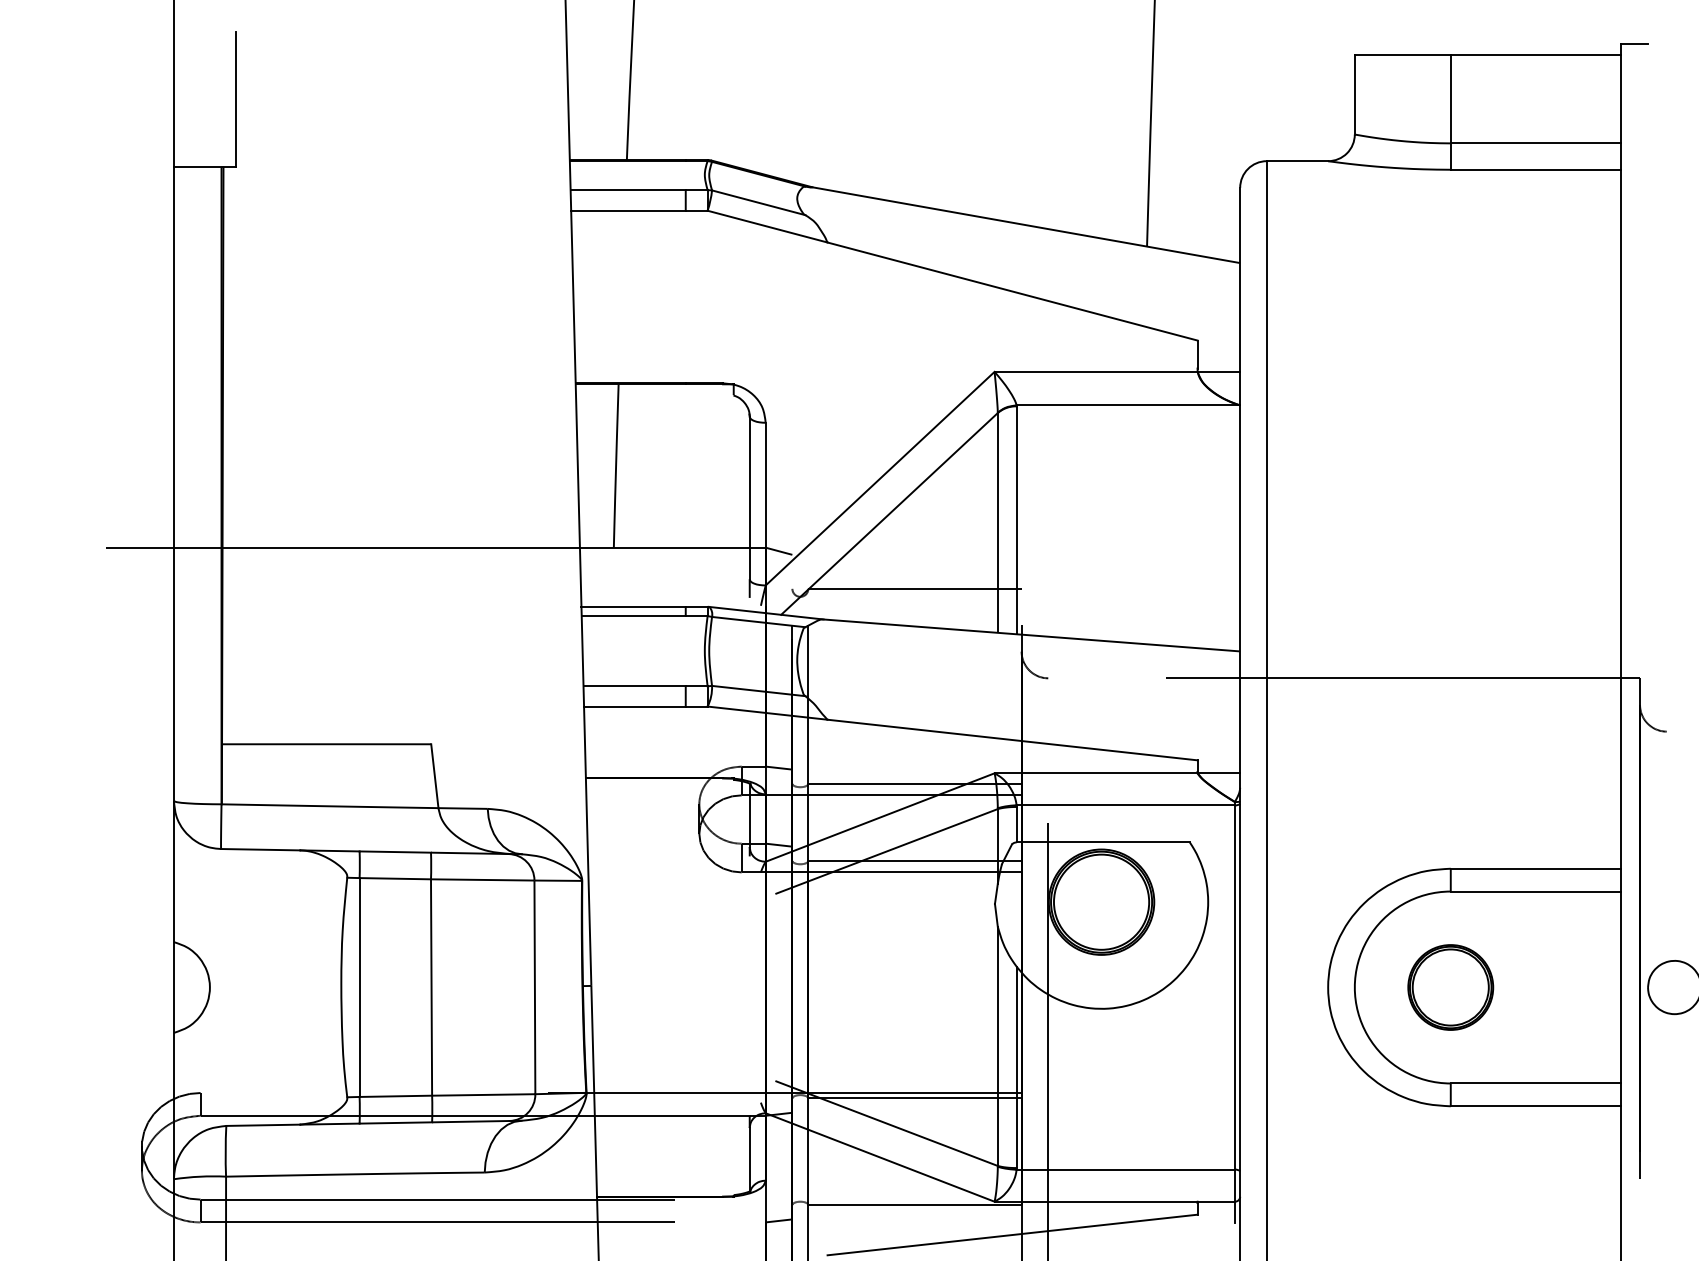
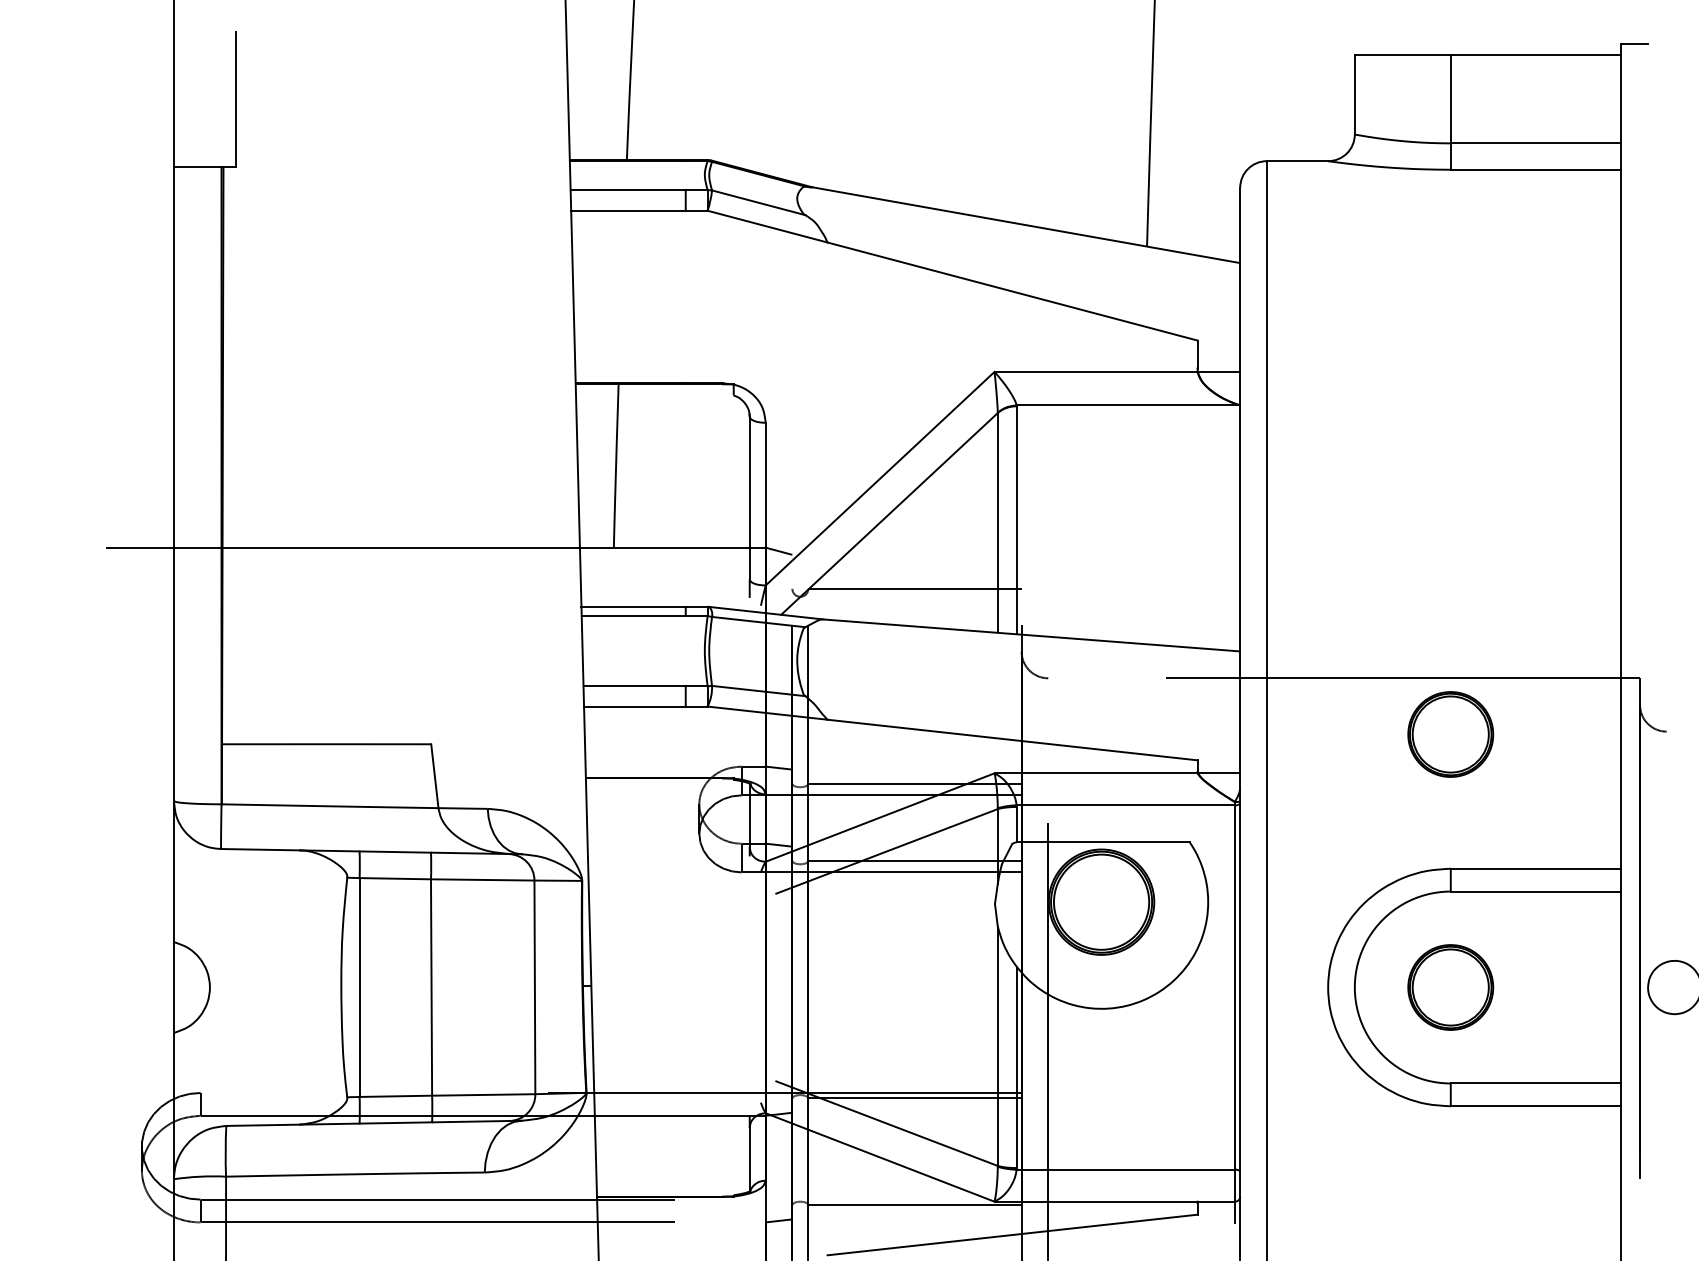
part at (1450, 734): none -> present
